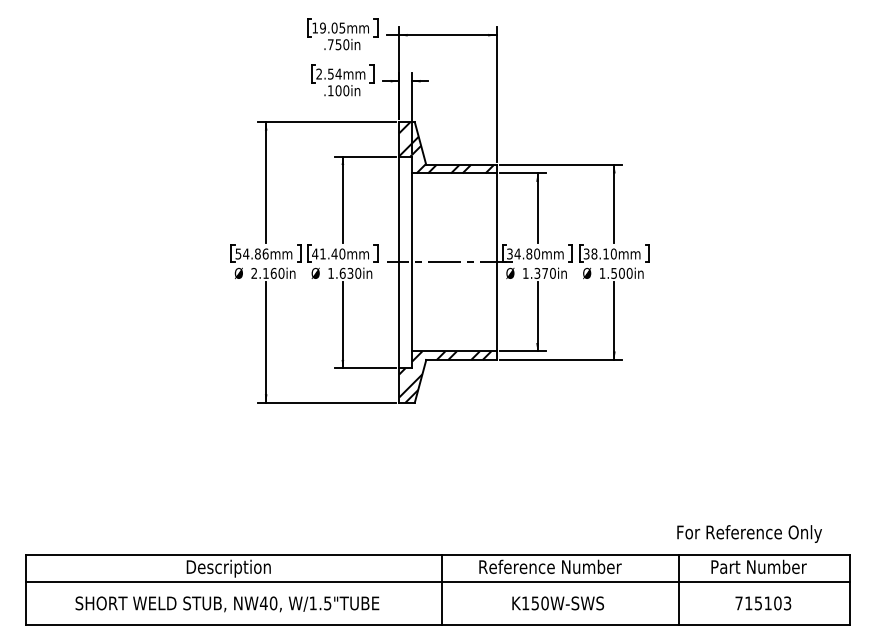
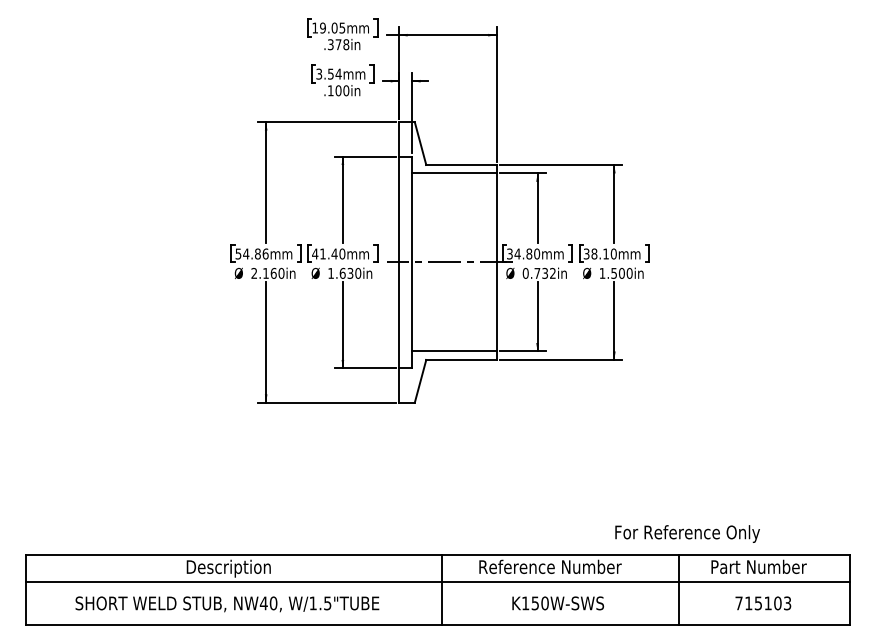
text at (338, 44): .750in -> .378in
text at (319, 74): 2.54mm -> 3.54mm
hatch at (446, 147): present -> none
text at (538, 272): 1.370in -> 0.732in
hatch at (445, 376): present -> none
text at (749, 533) position: (749, 533) -> (687, 533)
